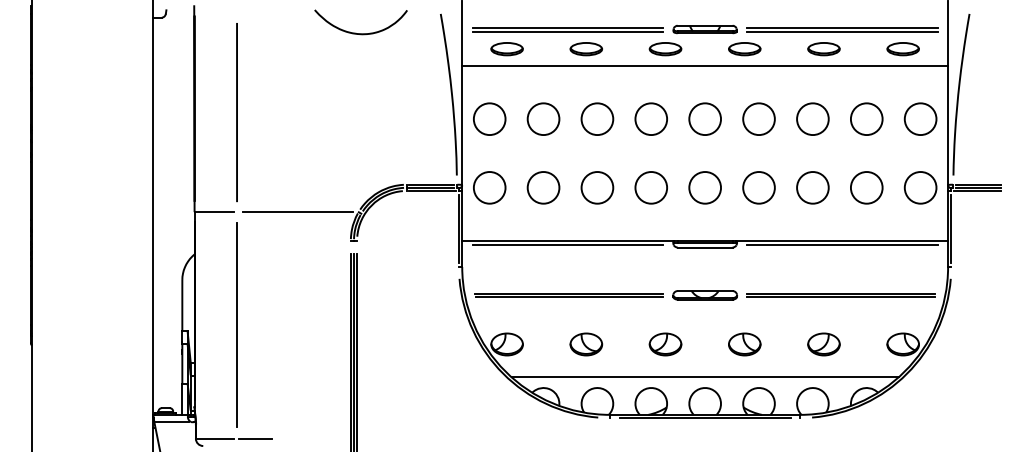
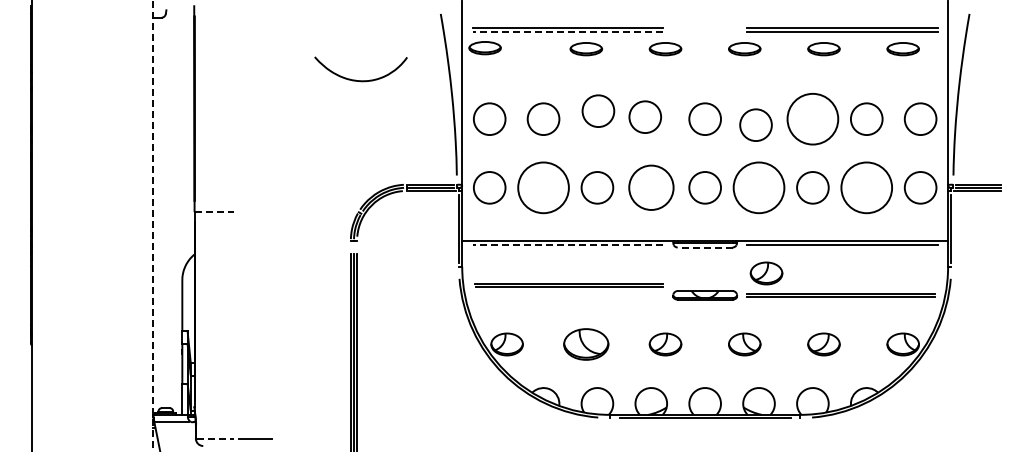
part at (704, 29): present -> none
line at (567, 32): solid -> dashed
curve at (360, 33) position: (360, 33) -> (360, 80)
part at (506, 49) position: (506, 49) -> (484, 48)
line at (705, 66): present -> none
line at (236, 112): present -> none
circle at (597, 118) position: (597, 118) -> (598, 110)
circle at (650, 118) position: (650, 118) -> (644, 116)
circle at (758, 118) position: (758, 118) -> (755, 124)
circle at (812, 119) diameter: 32 px -> 51 px
circle at (543, 187) diameter: 32 px -> 51 px
circle at (650, 187) size: 34x34 px -> 47x47 px
circle at (758, 187) diameter: 32 px -> 51 px
circle at (866, 187) diameter: 32 px -> 51 px
line at (214, 212): solid -> dashed
line at (297, 212): present -> none
line at (152, 226): solid -> dashed
line at (567, 245): solid -> dashed
line at (704, 247): solid -> dashed
part at (766, 273): none -> present
line at (568, 294) position: (568, 294) -> (568, 284)
line at (237, 325): present -> none
part at (586, 344) size: 35x25 px -> 47x33 px
line at (704, 377): present -> none
line at (215, 438): solid -> dashed
